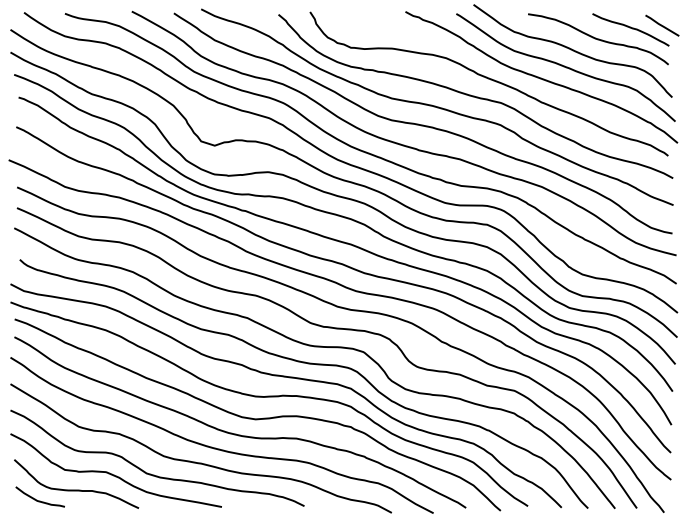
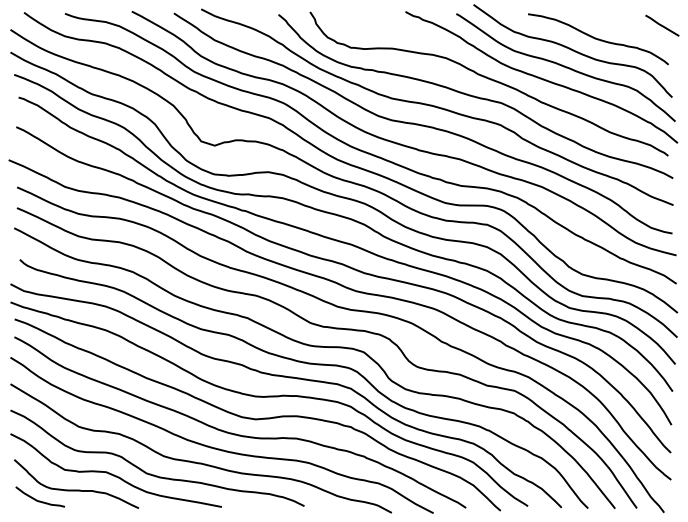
curve at (630, 28): present -> none
